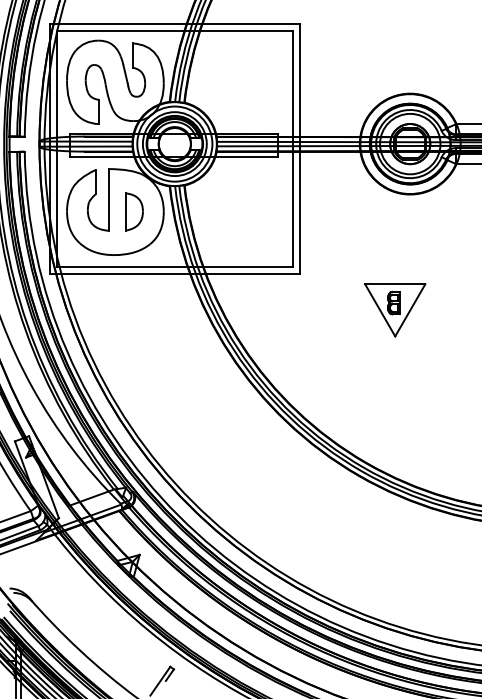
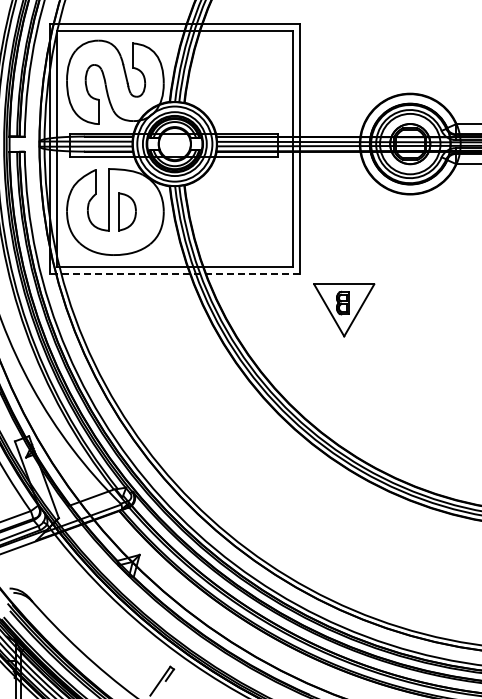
part at (134, 211) position: (134, 211) -> (127, 211)
line at (174, 274): solid -> dashed
part at (395, 310) position: (395, 310) -> (344, 310)
